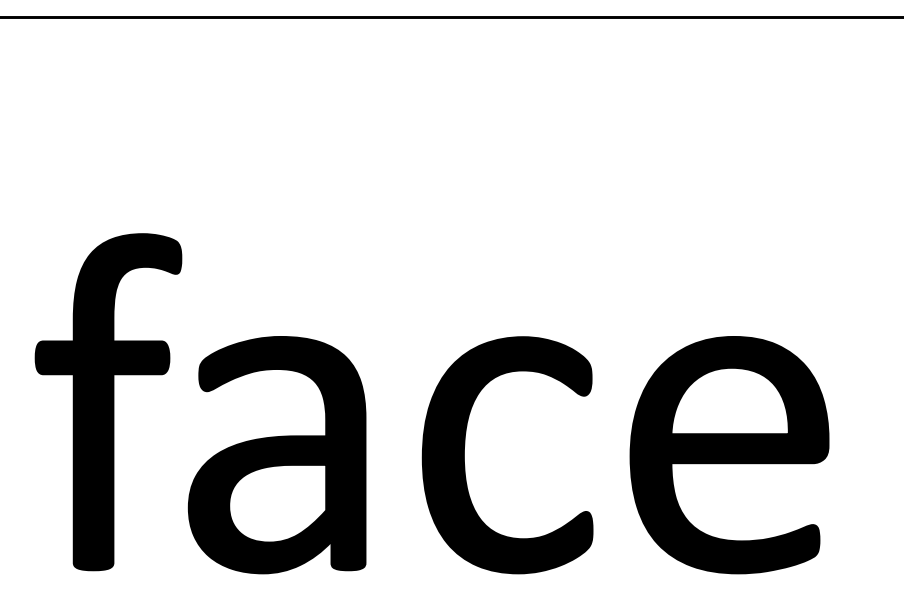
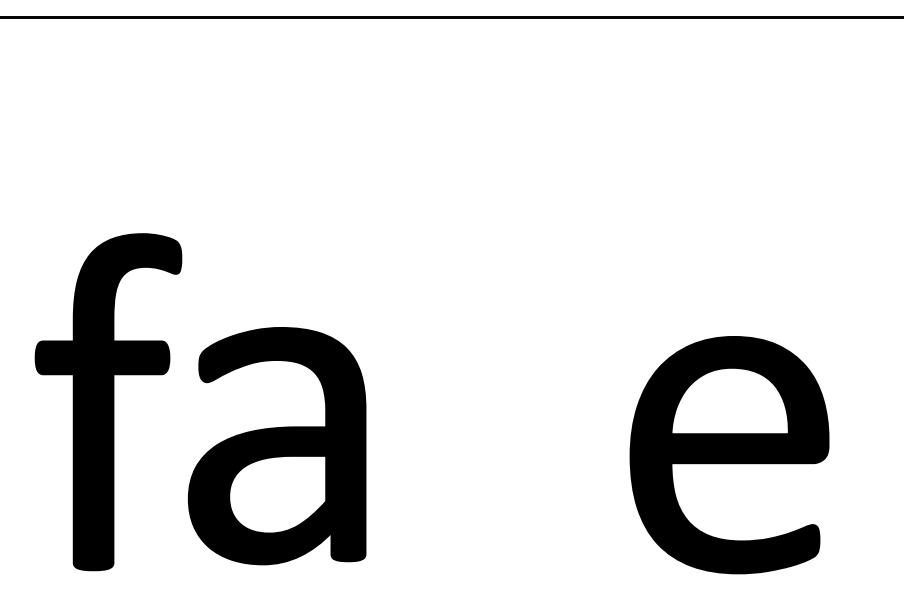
part at (276, 455) position: (276, 455) -> (276, 446)
part at (464, 455): present -> none
